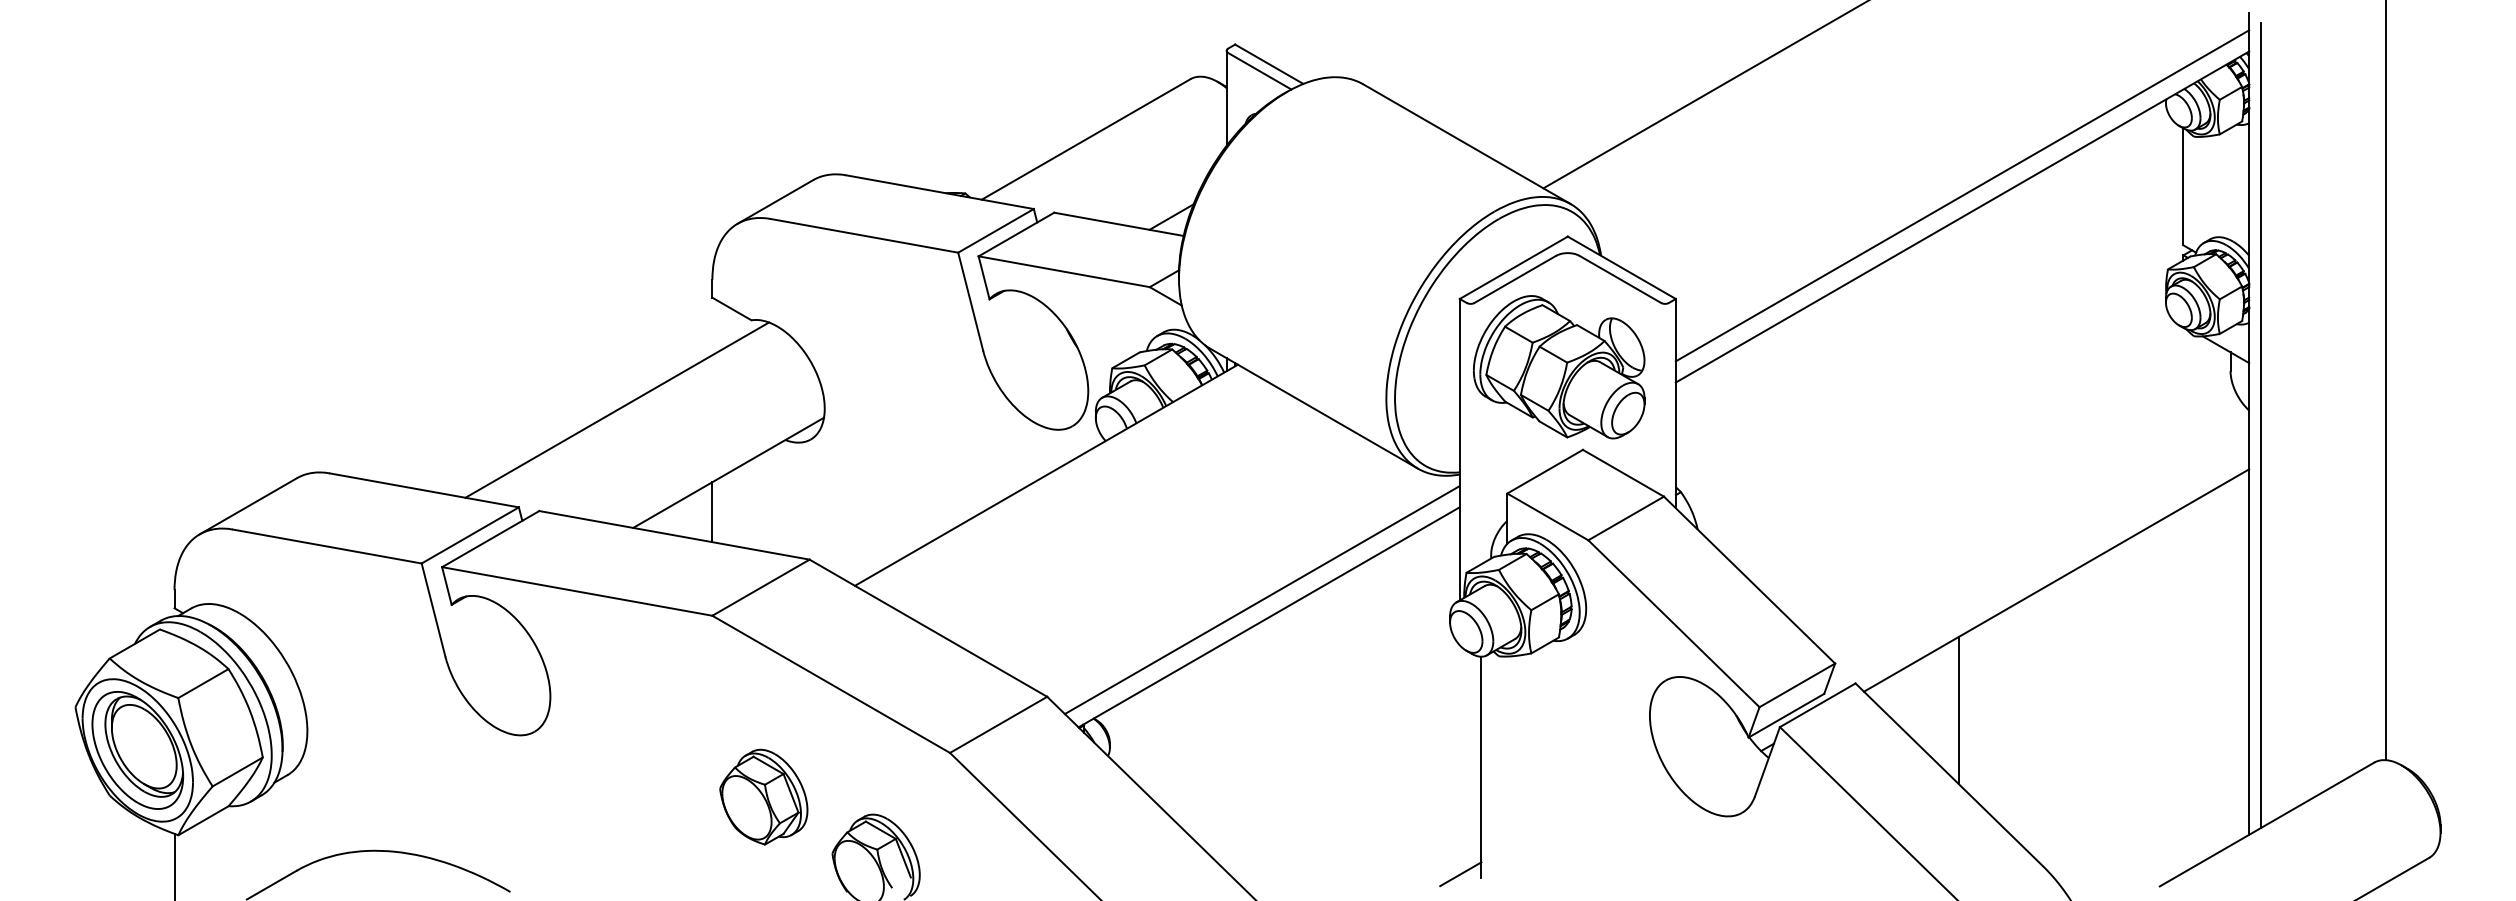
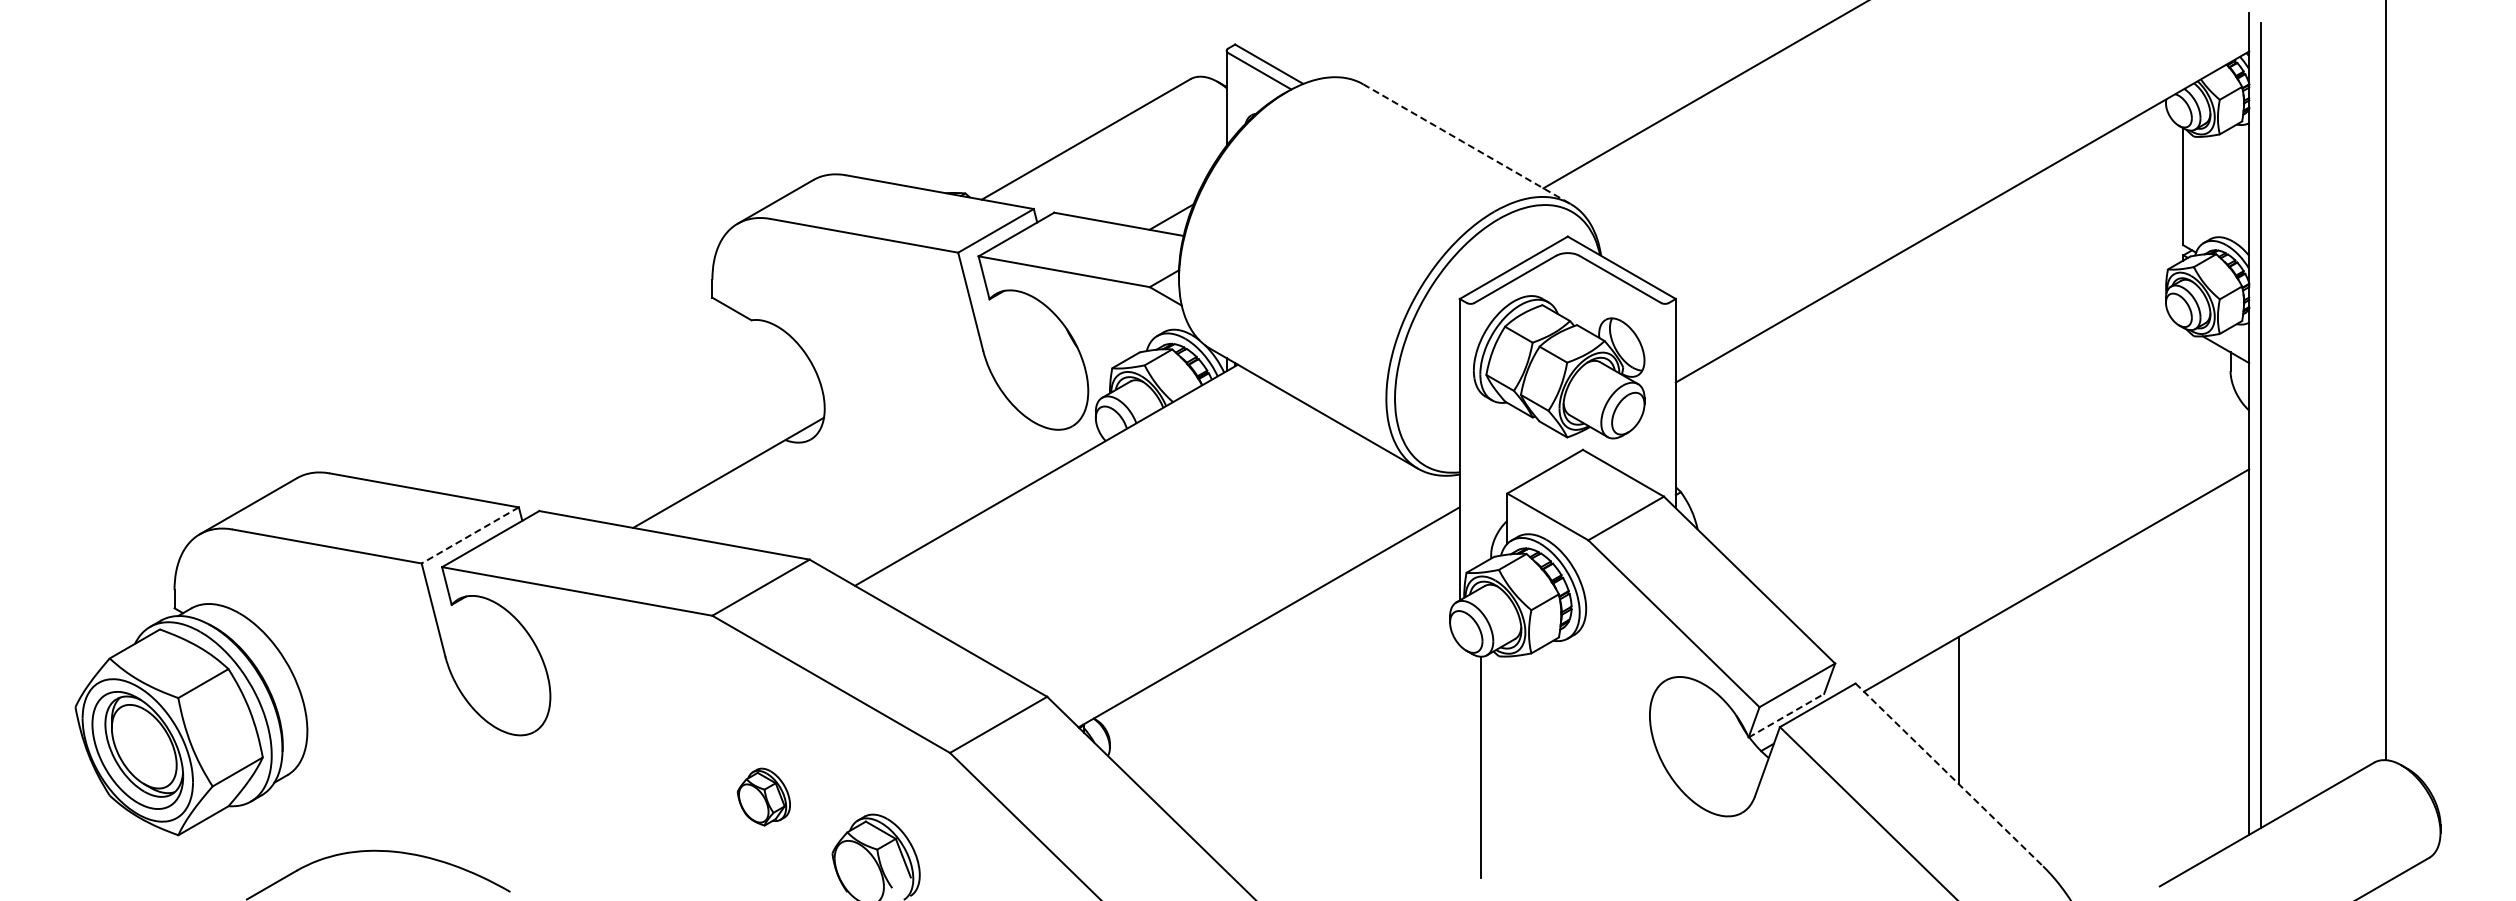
line at (1467, 144): solid -> dashed
line at (1962, 195): present -> none
line at (617, 409): present -> none
line at (712, 512): present -> none
line at (469, 535): solid -> dashed
line at (1261, 600): present -> none
line at (1786, 715): solid -> dashed
line at (1949, 774): solid -> dashed
part at (763, 796) size: 90x98 px -> 55x60 px
line at (174, 865): present -> none
line at (1460, 874): present -> none
